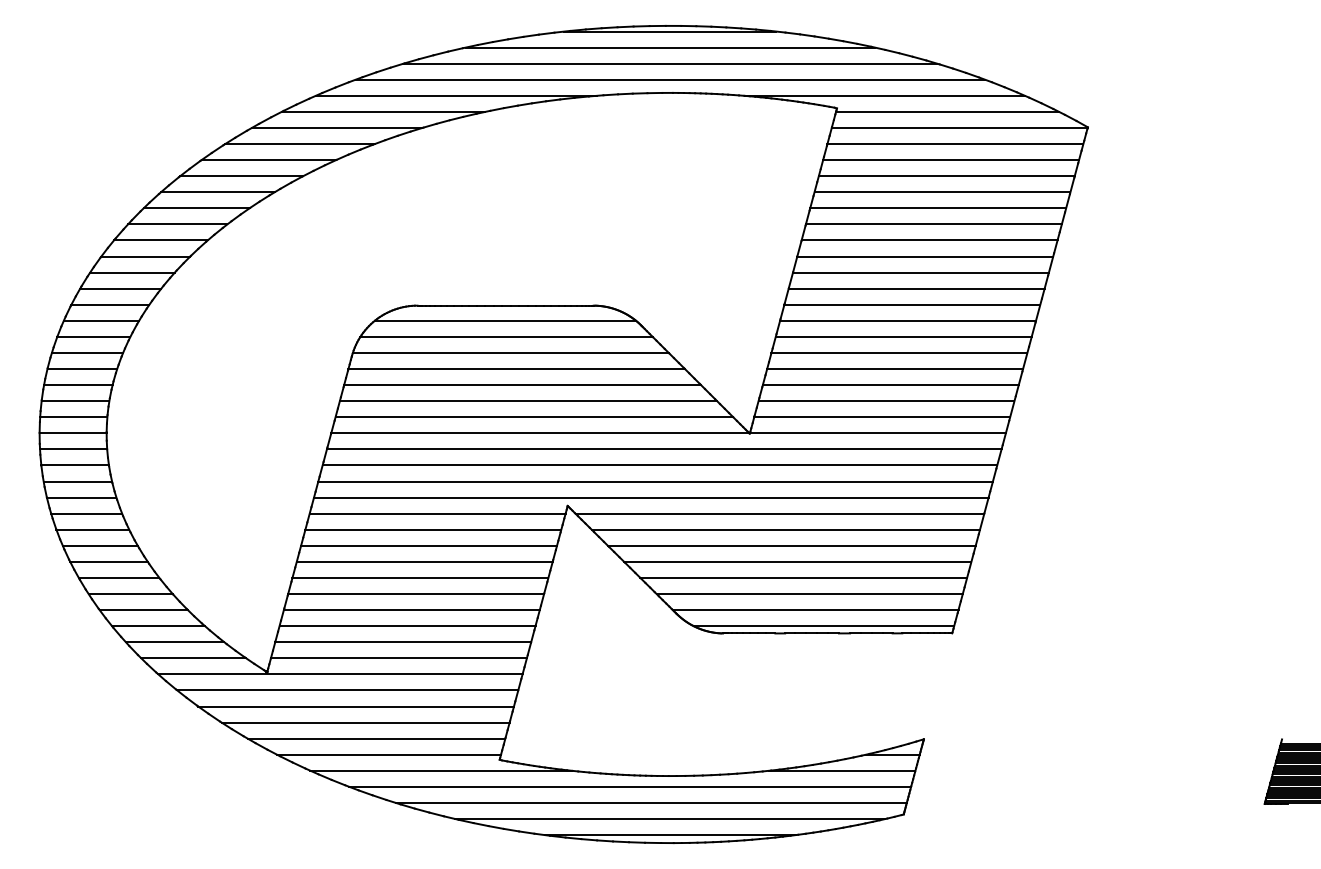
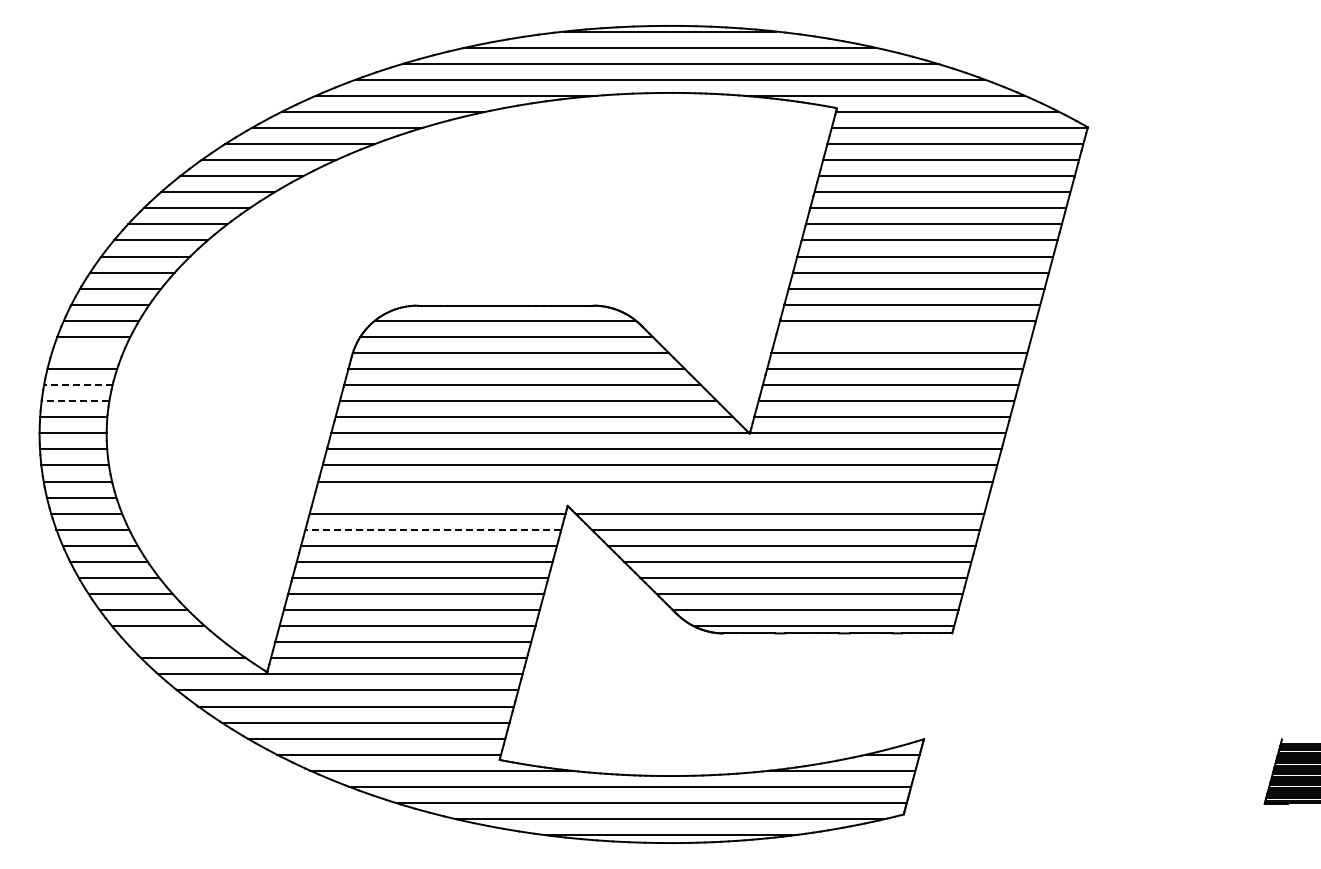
line at (903, 336): present -> none
line at (87, 352): present -> none
line at (77, 385): solid -> dashed
line at (75, 401): solid -> dashed
line at (651, 497): present -> none
line at (433, 529): solid -> dashed
line at (174, 642): present -> none
